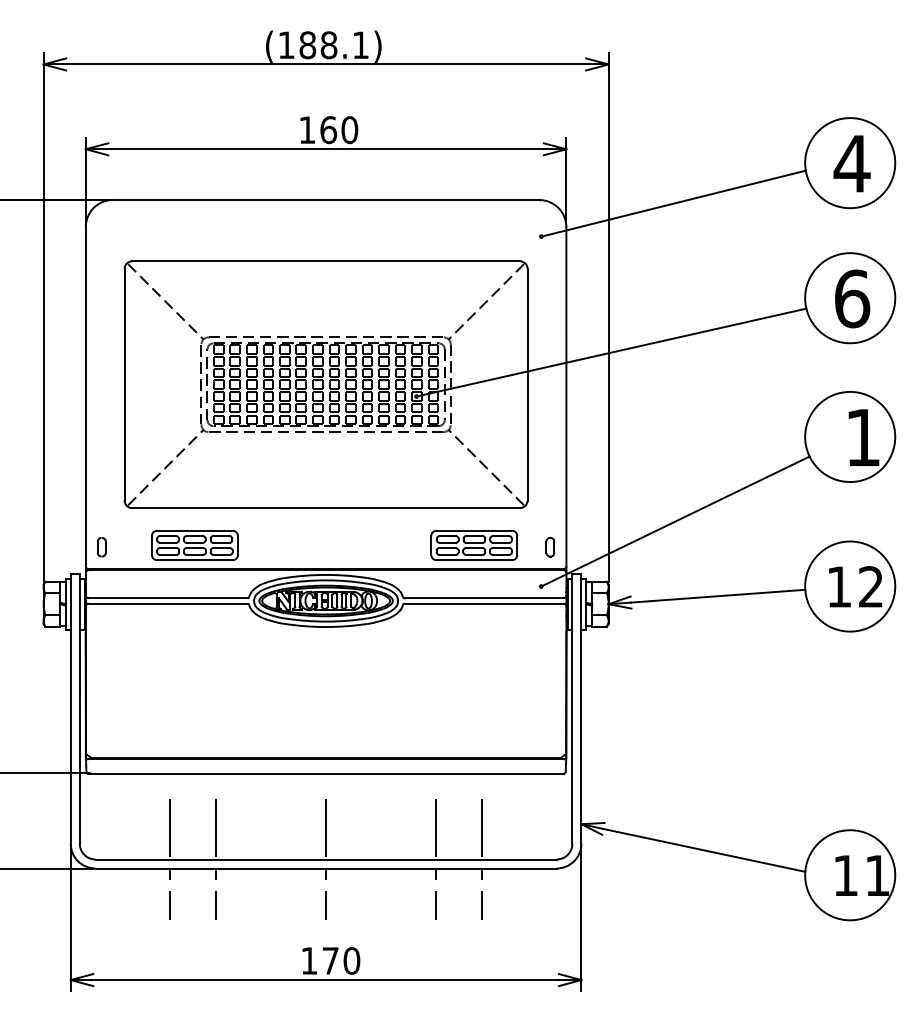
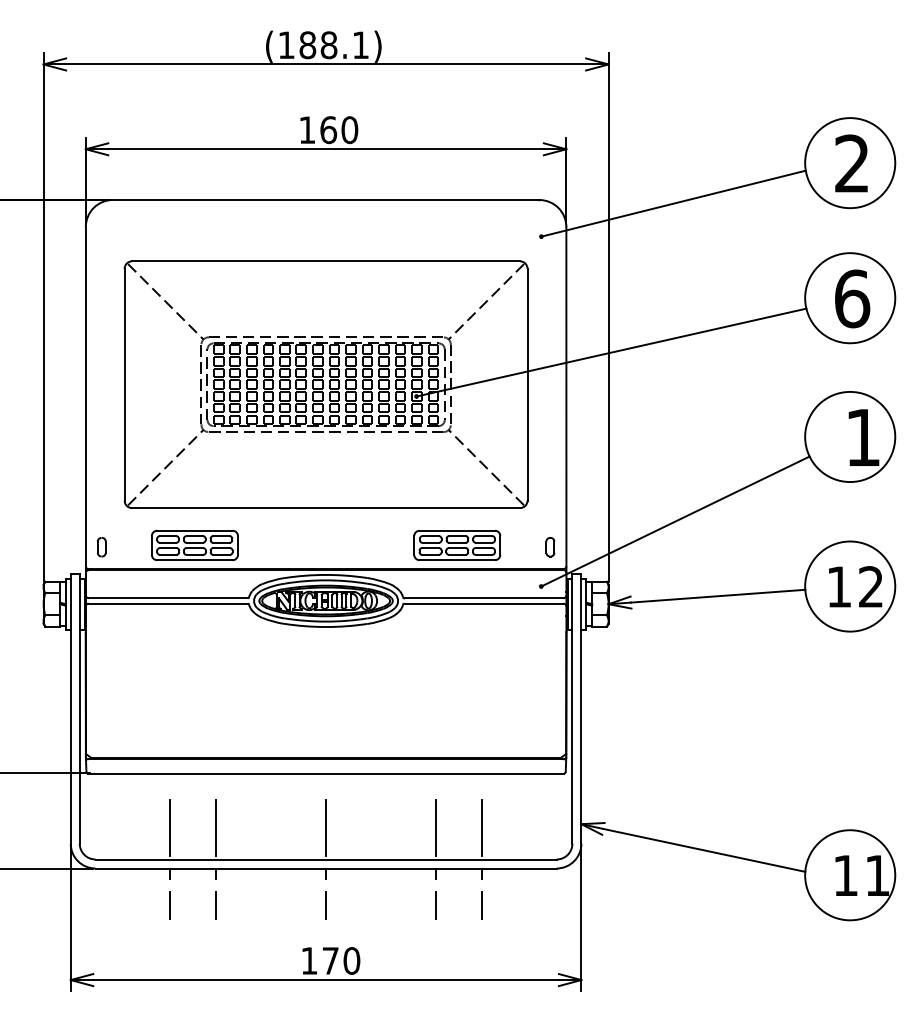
text at (851, 163): 4 -> 2
part at (474, 544) position: (474, 544) -> (457, 544)
